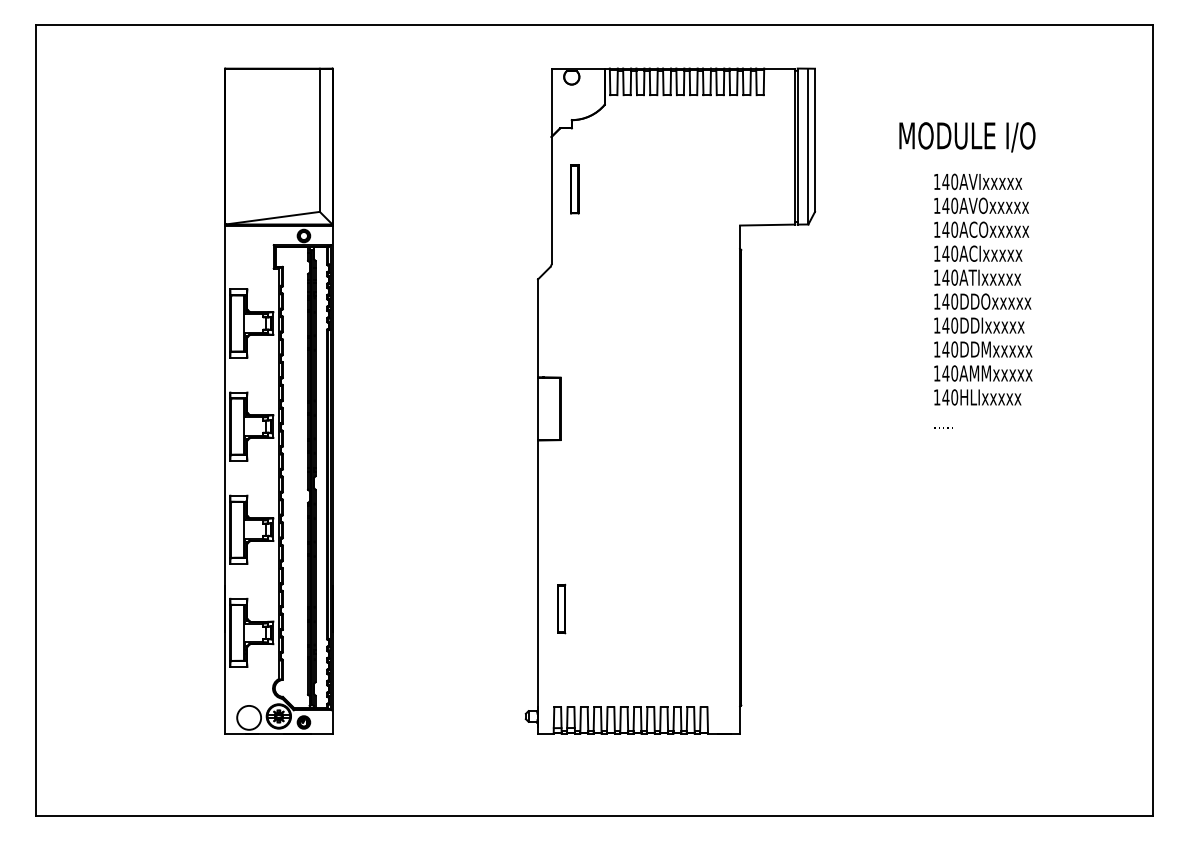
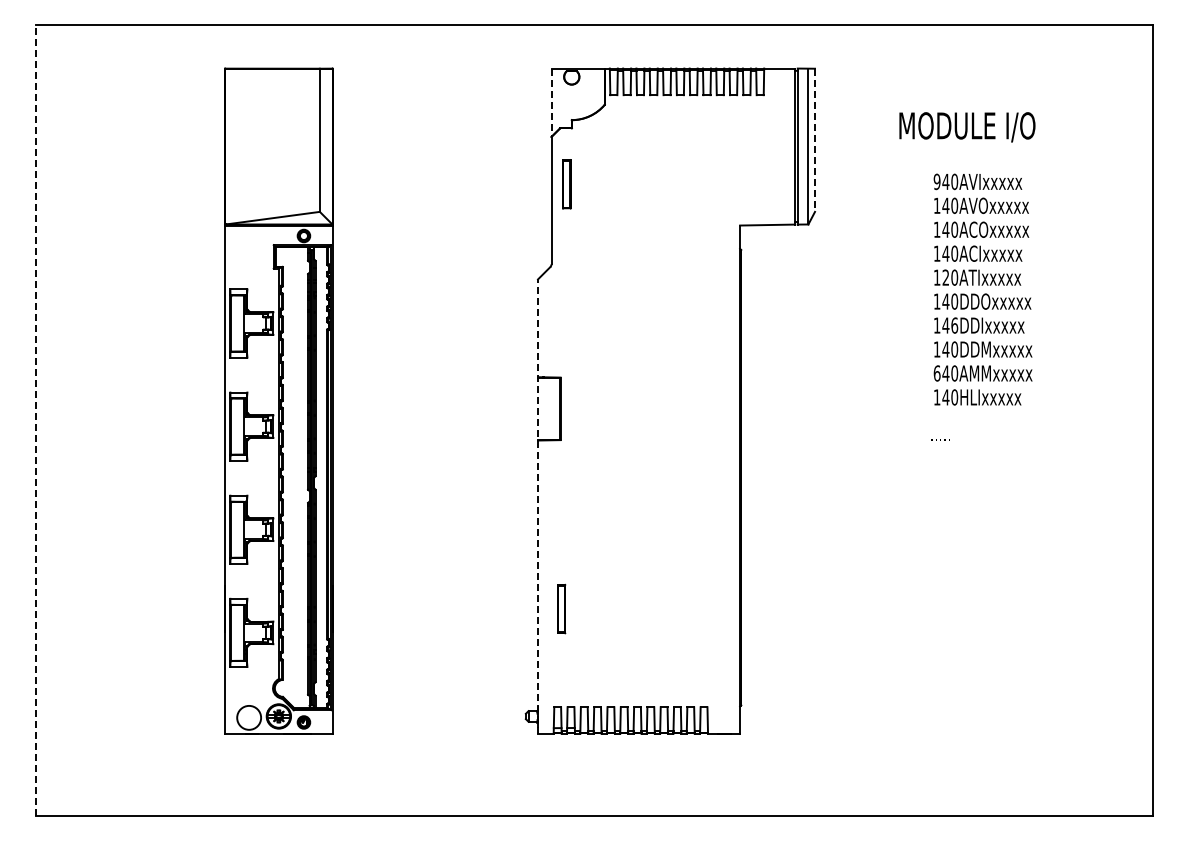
line at (551, 103): solid -> dashed
text at (967, 137) position: (967, 137) -> (967, 127)
line at (815, 140): solid -> dashed
text at (936, 181): 140AVIxxxxx -> 940AVIxxxxx
part at (574, 189) position: (574, 189) -> (566, 184)
text at (945, 277): 140ATIxxxxx -> 120ATIxxxxx
text at (954, 325): 140DDIxxxxx -> 146DDIxxxxx
text at (936, 373): 140AMMxxxxx -> 640AMMxxxxx
line at (35, 420): solid -> dashed
text at (943, 427) position: (943, 427) -> (940, 439)
line at (538, 506): solid -> dashed
